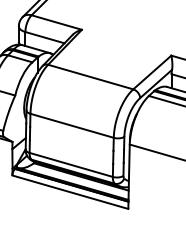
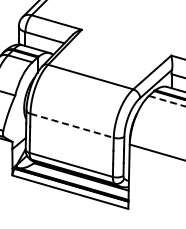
line at (167, 101): solid -> dashed
line at (72, 125): solid -> dashed
